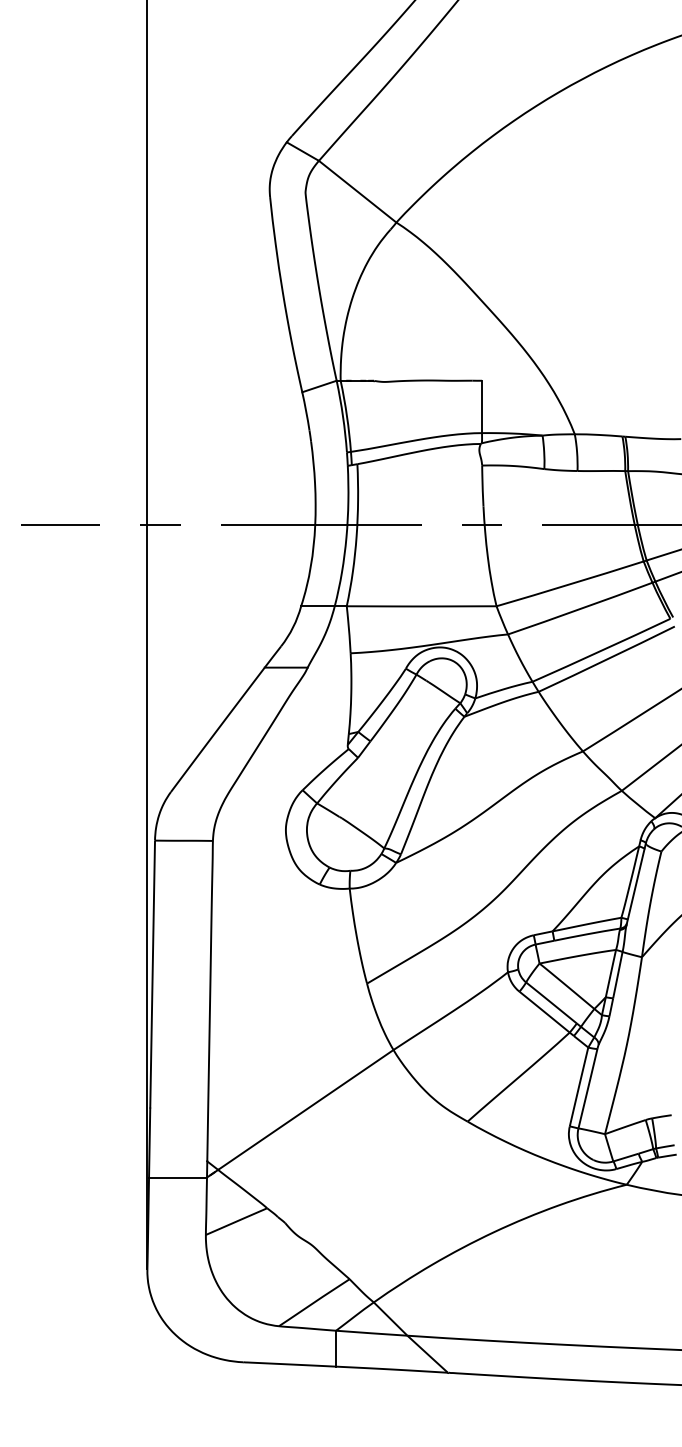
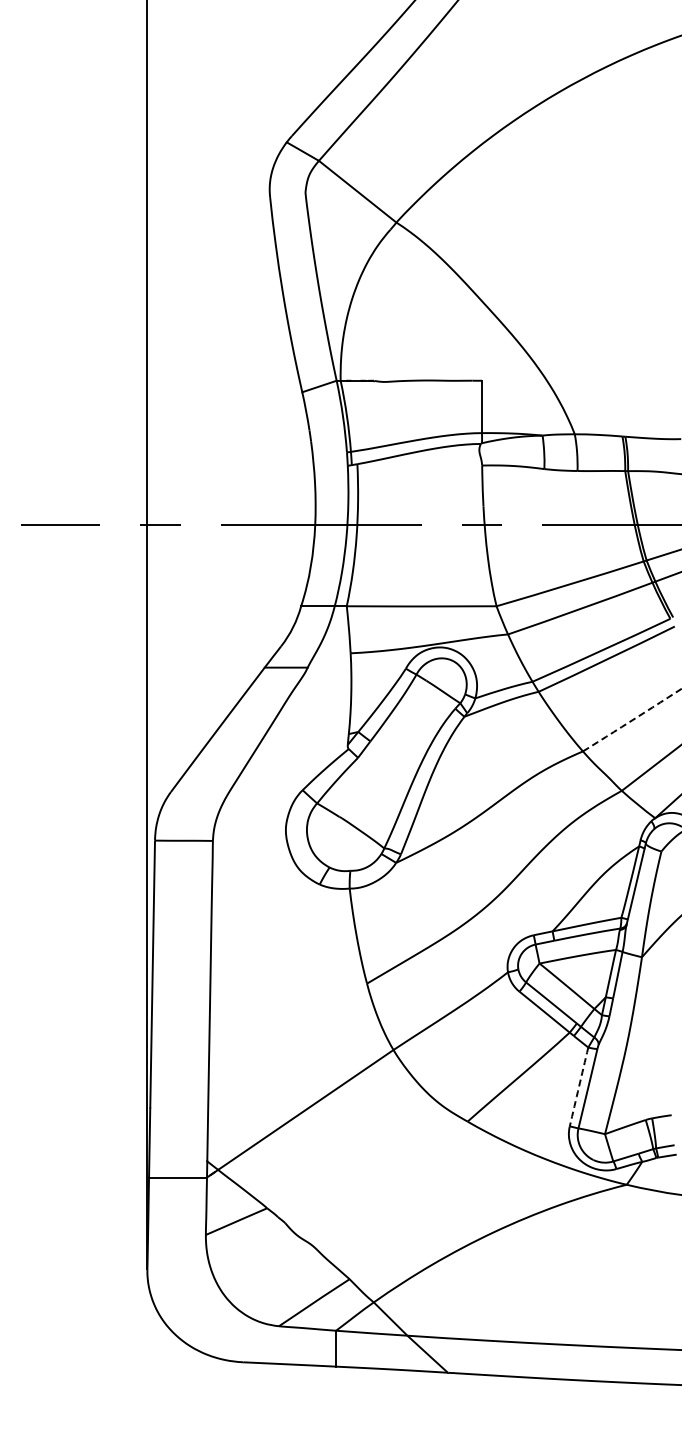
arc at (633, 719): solid -> dashed
arc at (579, 1086): solid -> dashed
